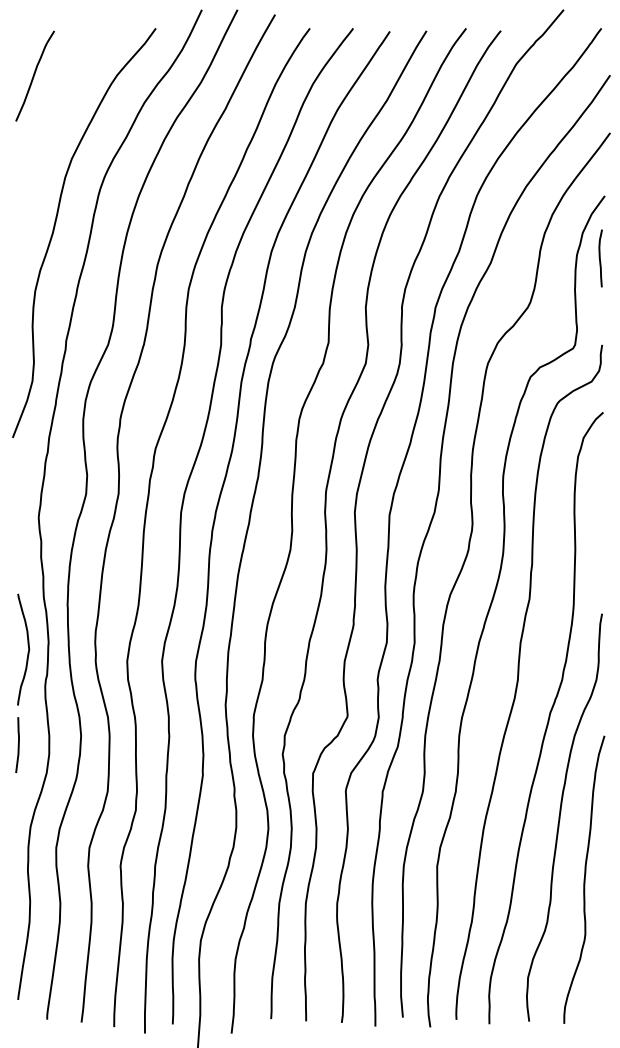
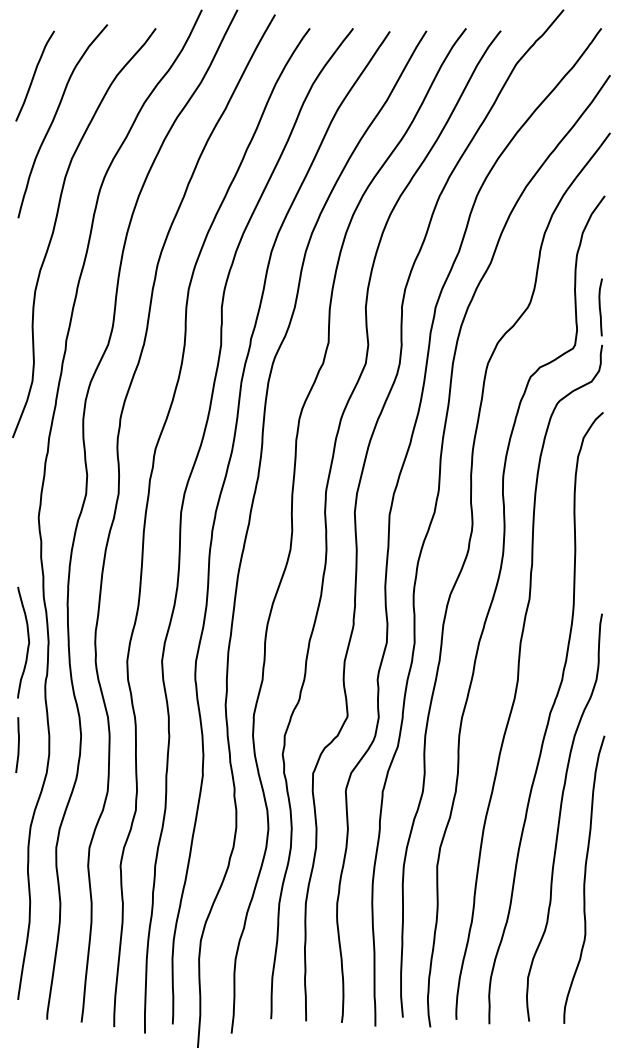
curve at (55, 117): none -> present
curve at (600, 258) position: (600, 258) -> (600, 307)
curve at (28, 649) position: (28, 649) -> (28, 642)
